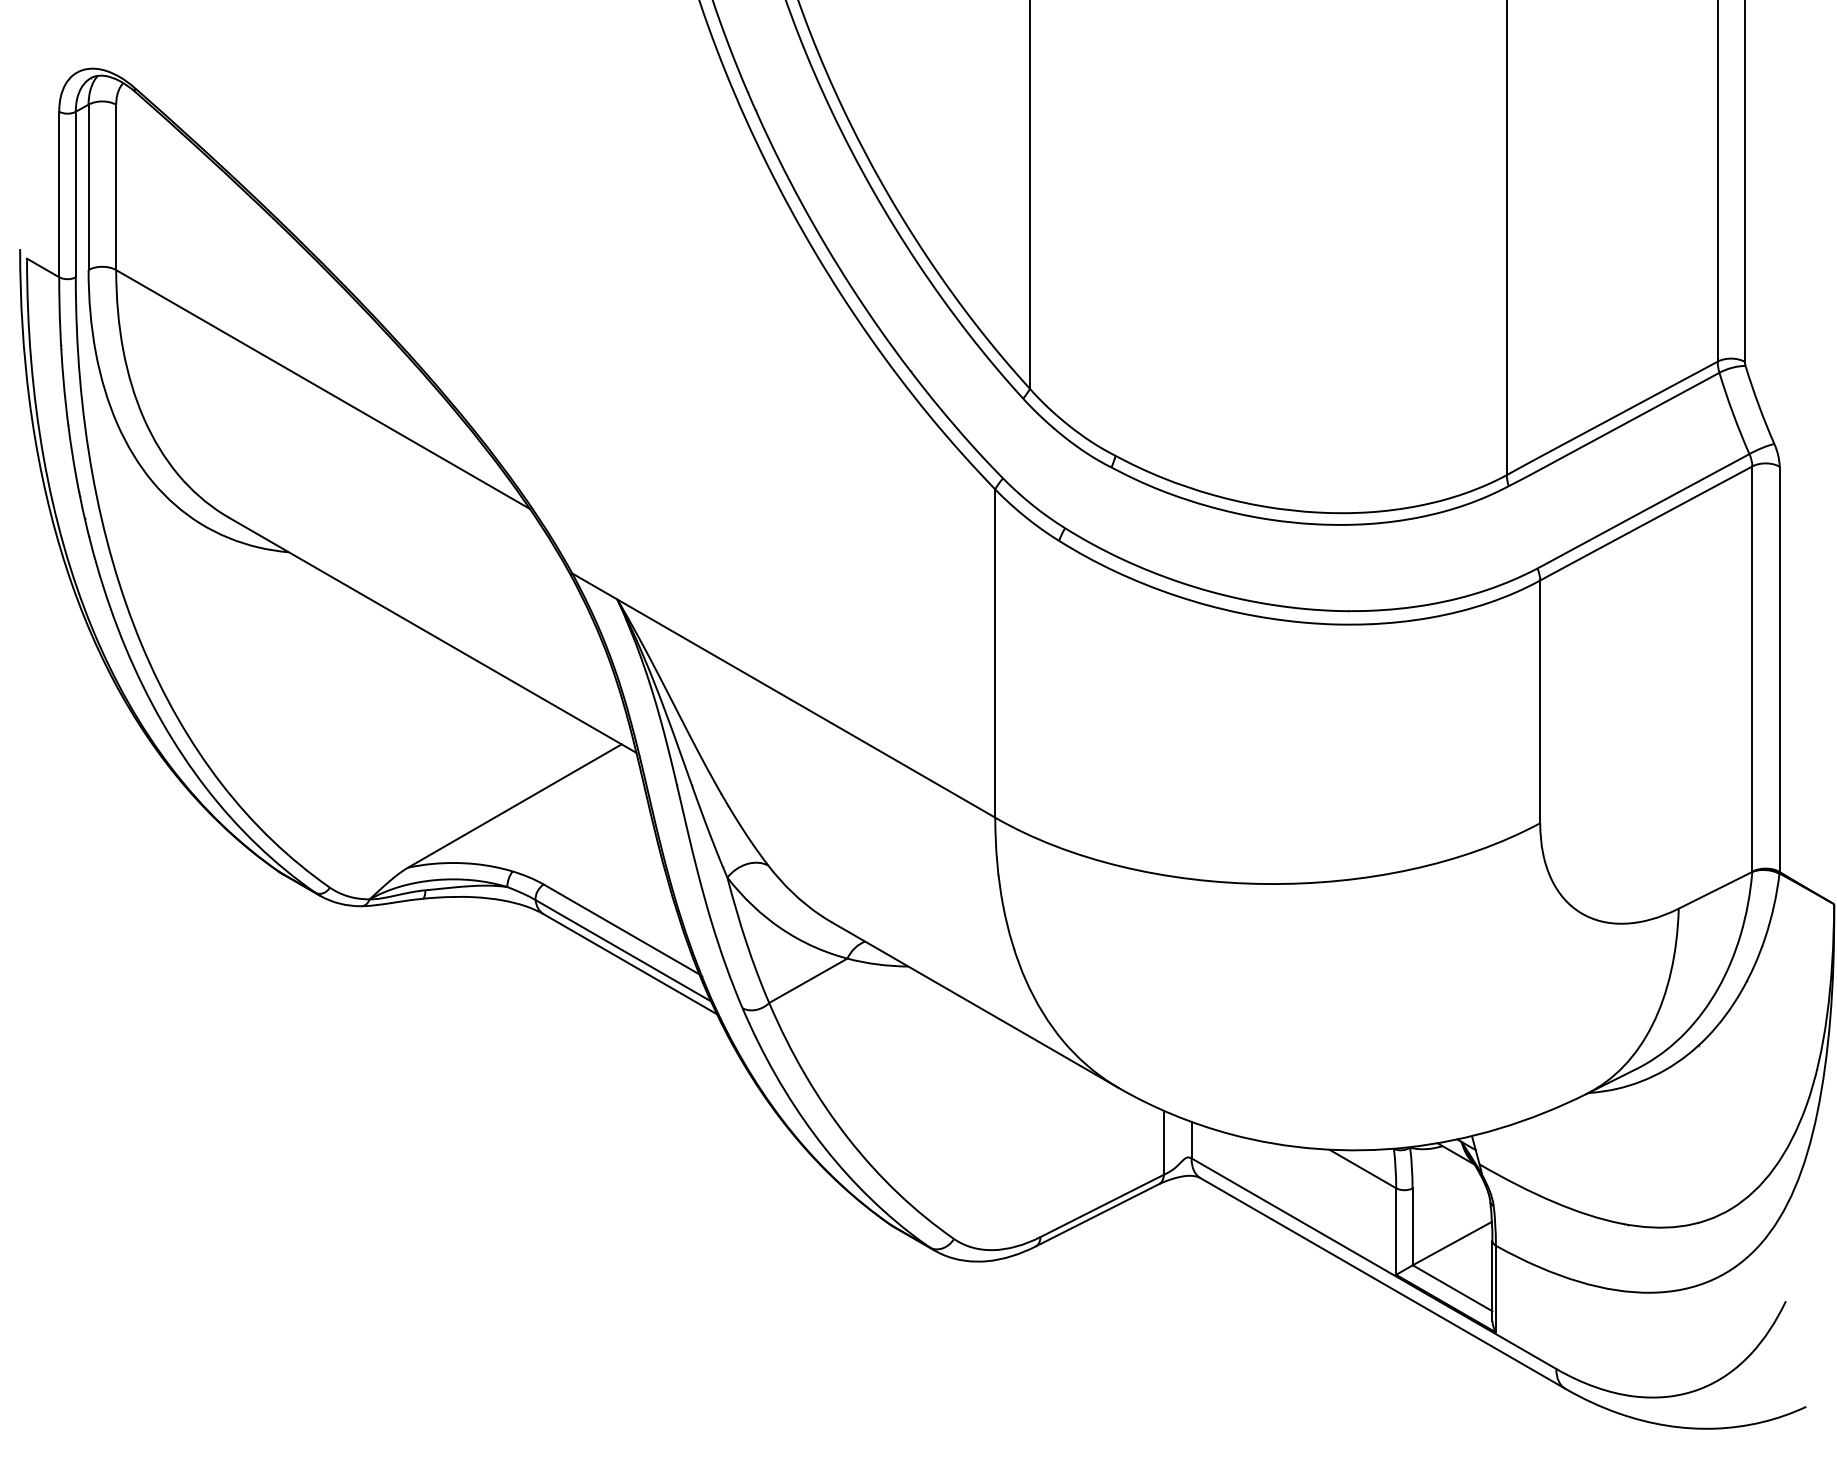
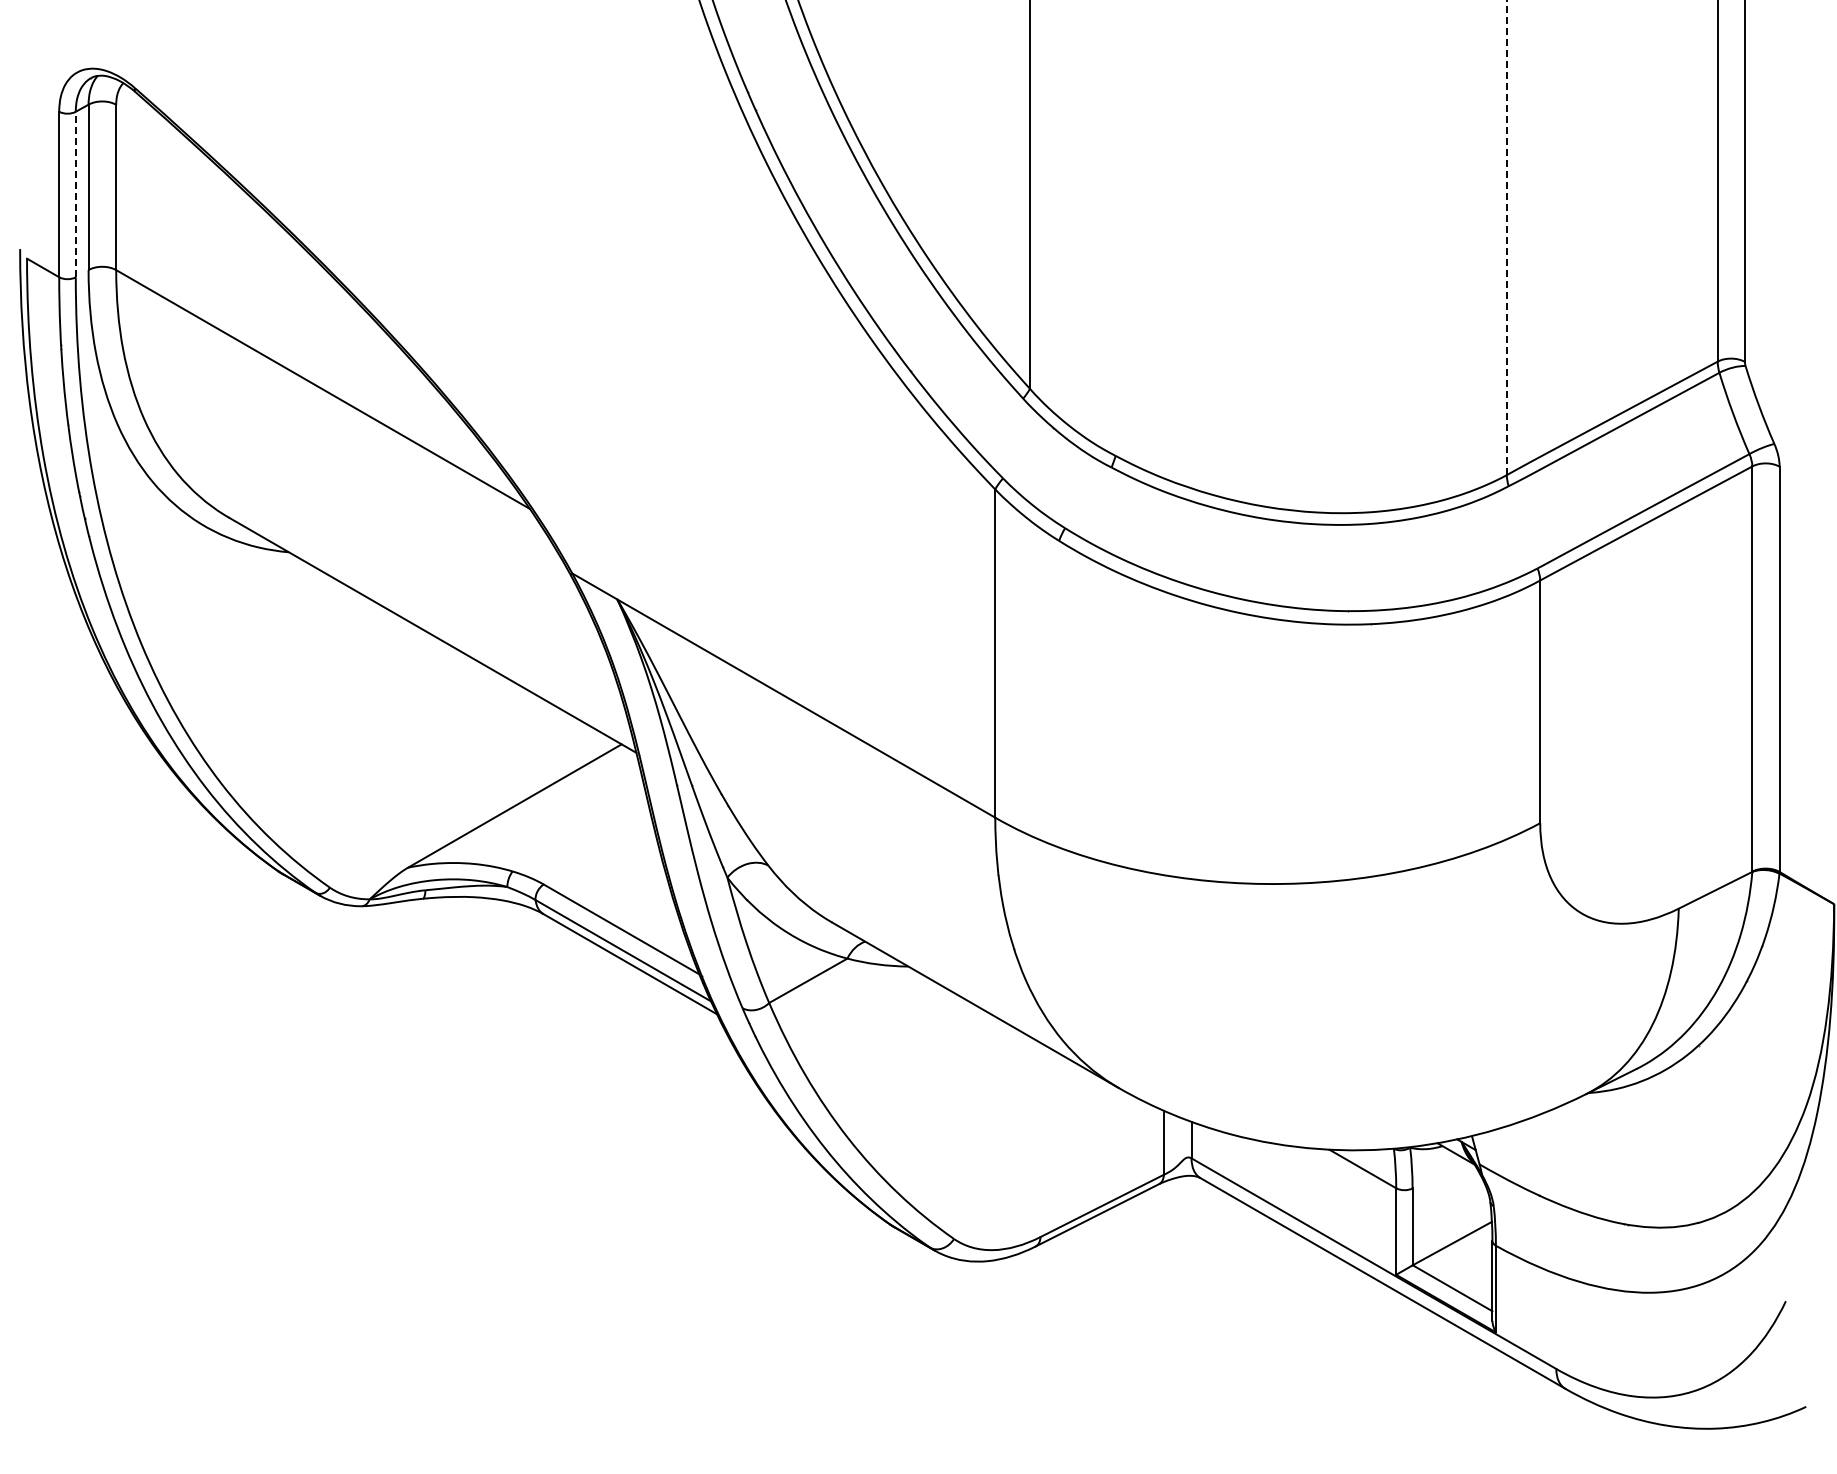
line at (75, 194): solid -> dashed
line at (1506, 237): solid -> dashed
